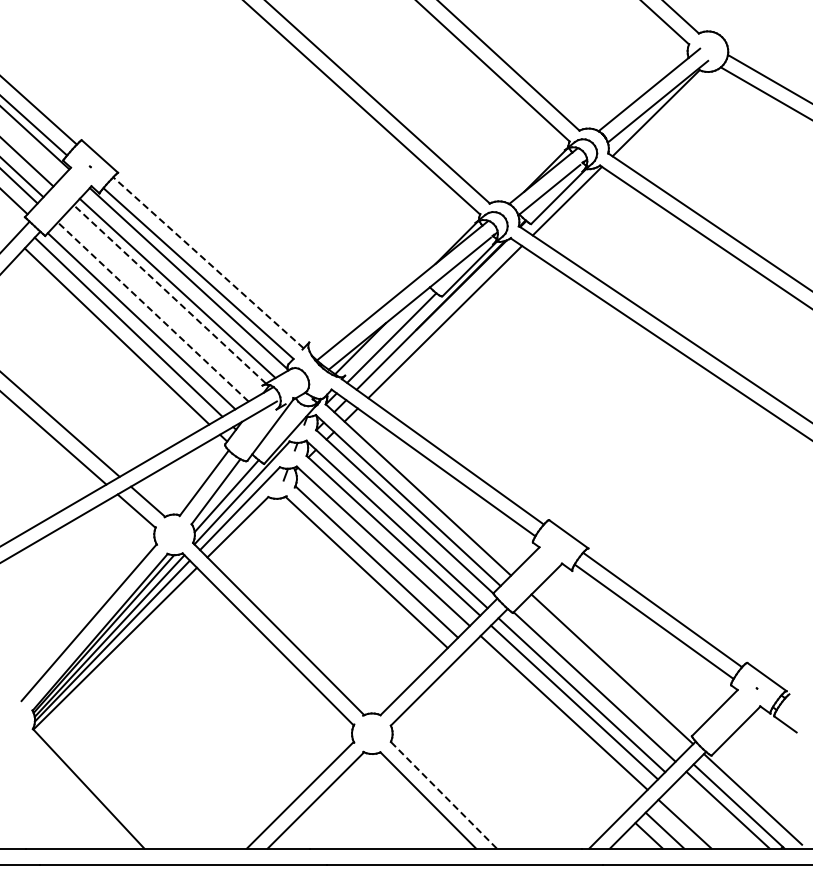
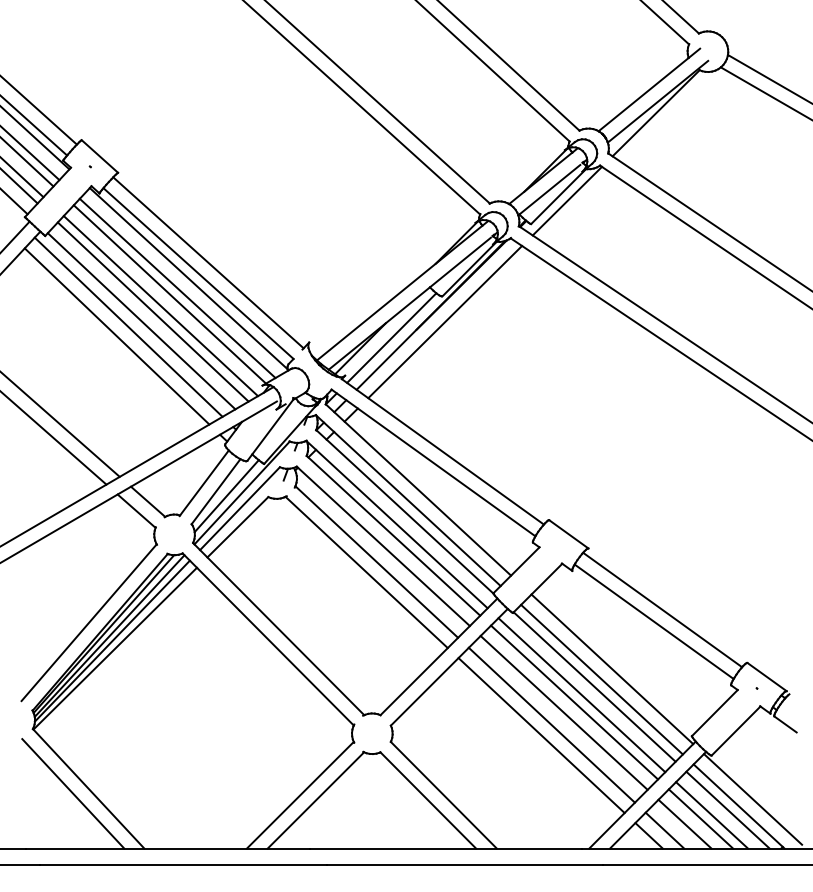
line at (30, 153): none -> present
line at (208, 262): dashed -> solid
line at (169, 294): dashed -> solid
line at (160, 306): none -> present
line at (153, 312): dashed -> solid
line at (601, 679): none -> present
line at (551, 724): none -> present
line at (541, 735): none -> present
line at (73, 793): none -> present
line at (443, 794): dashed -> solid
line at (711, 815): none -> present
line at (700, 818): none -> present
